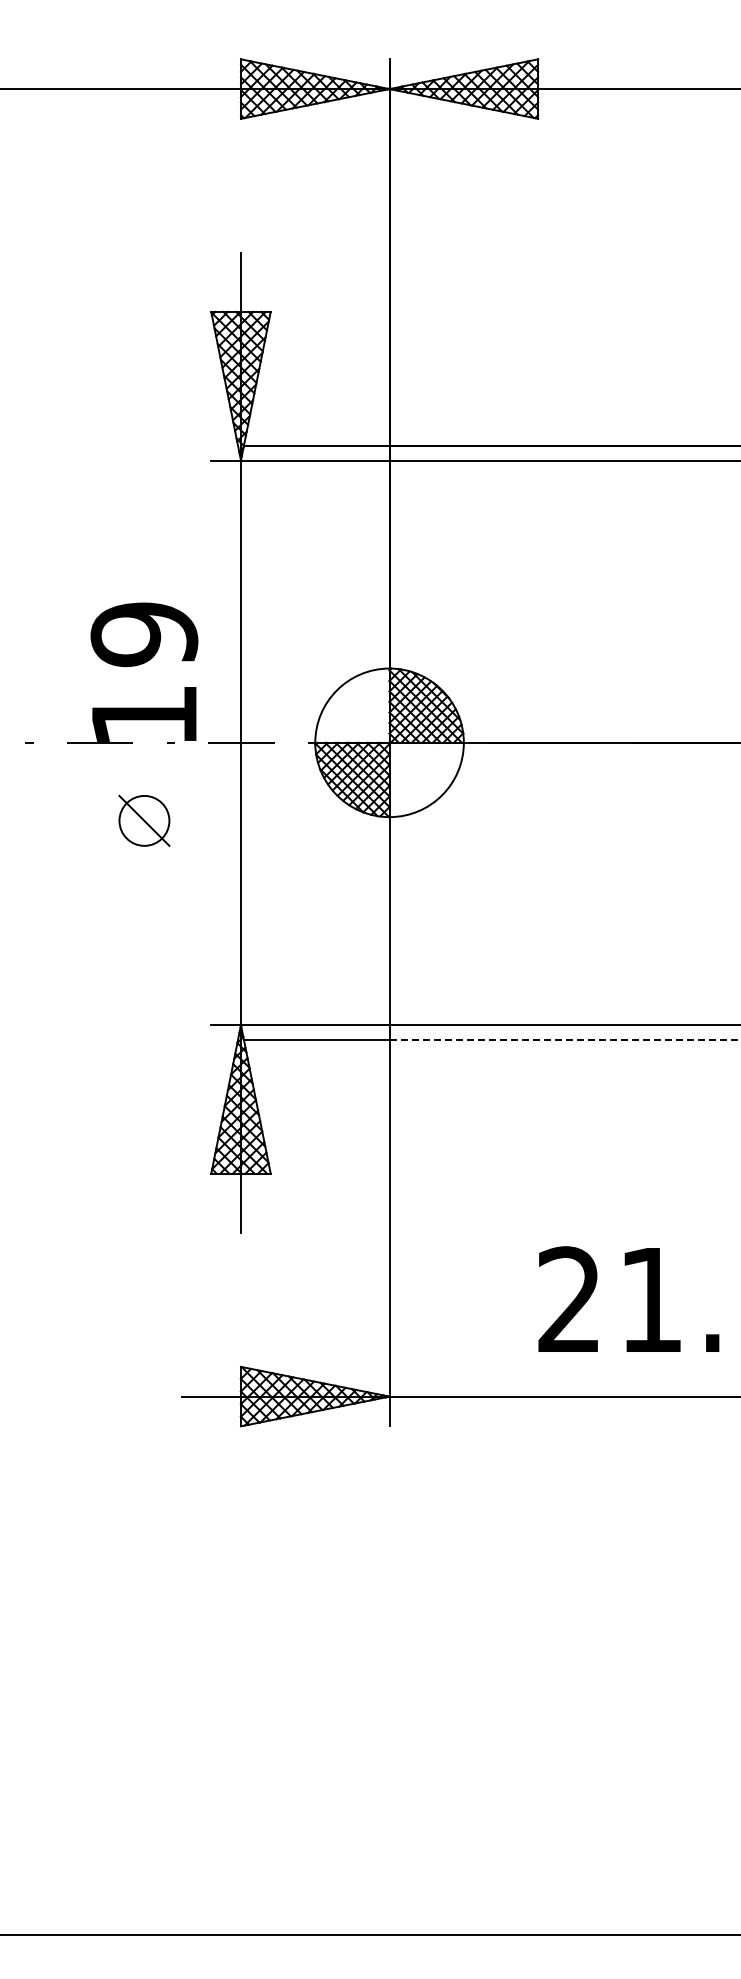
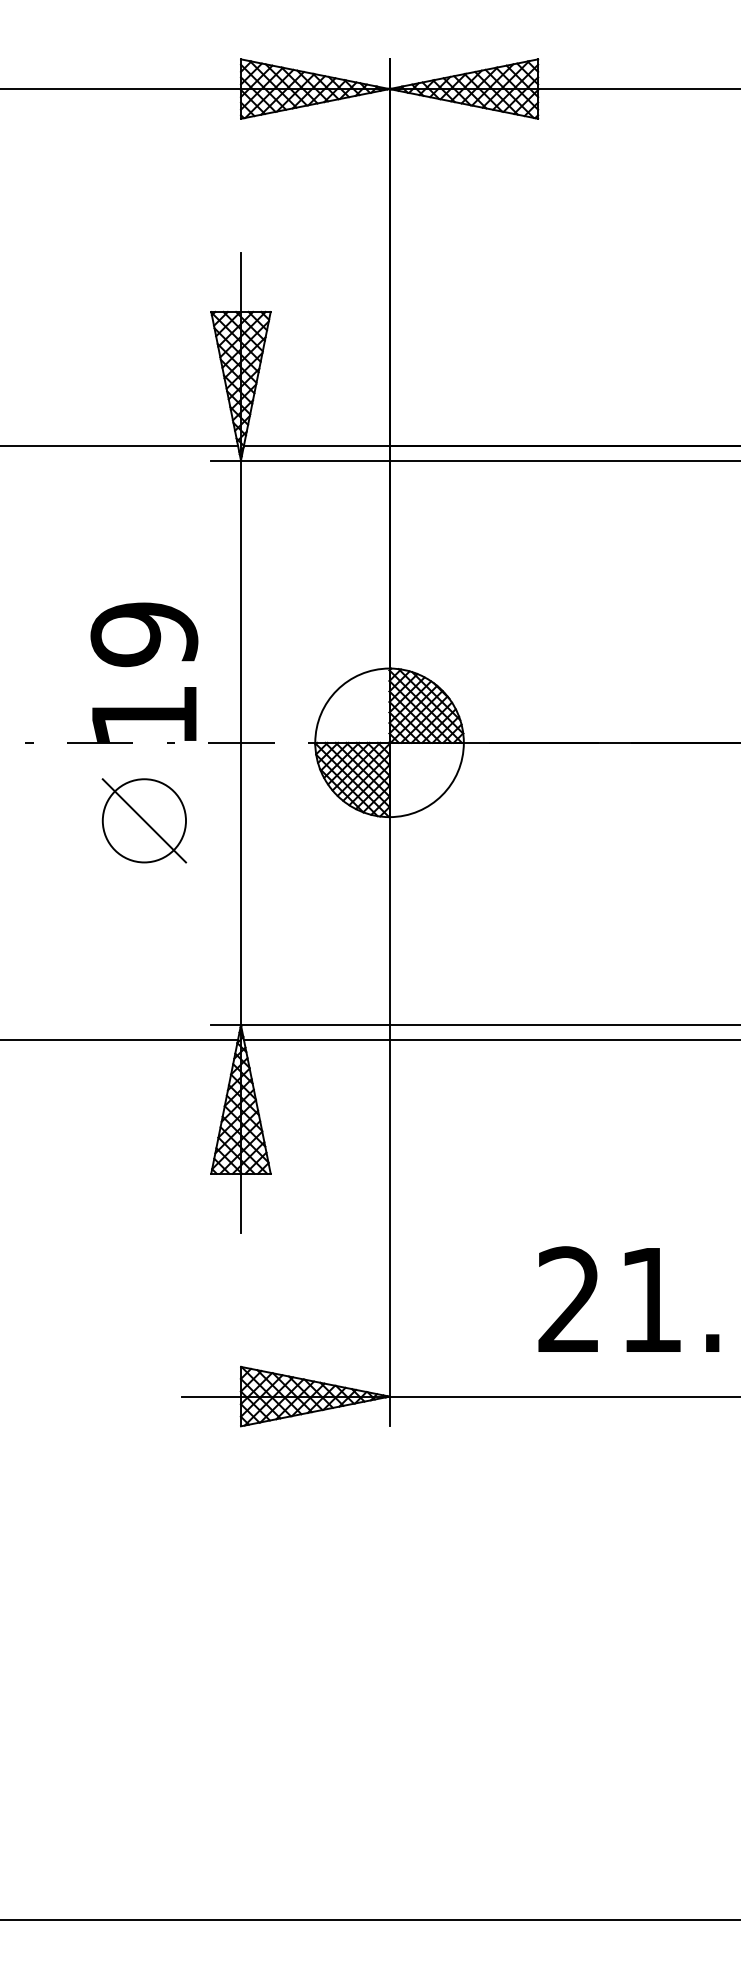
line at (120, 445): none -> present
part at (144, 820) size: 53x53 px -> 87x86 px
line at (120, 1040): none -> present
line at (565, 1040): dashed -> solid
line at (369, 1934) position: (369, 1934) -> (369, 1919)
